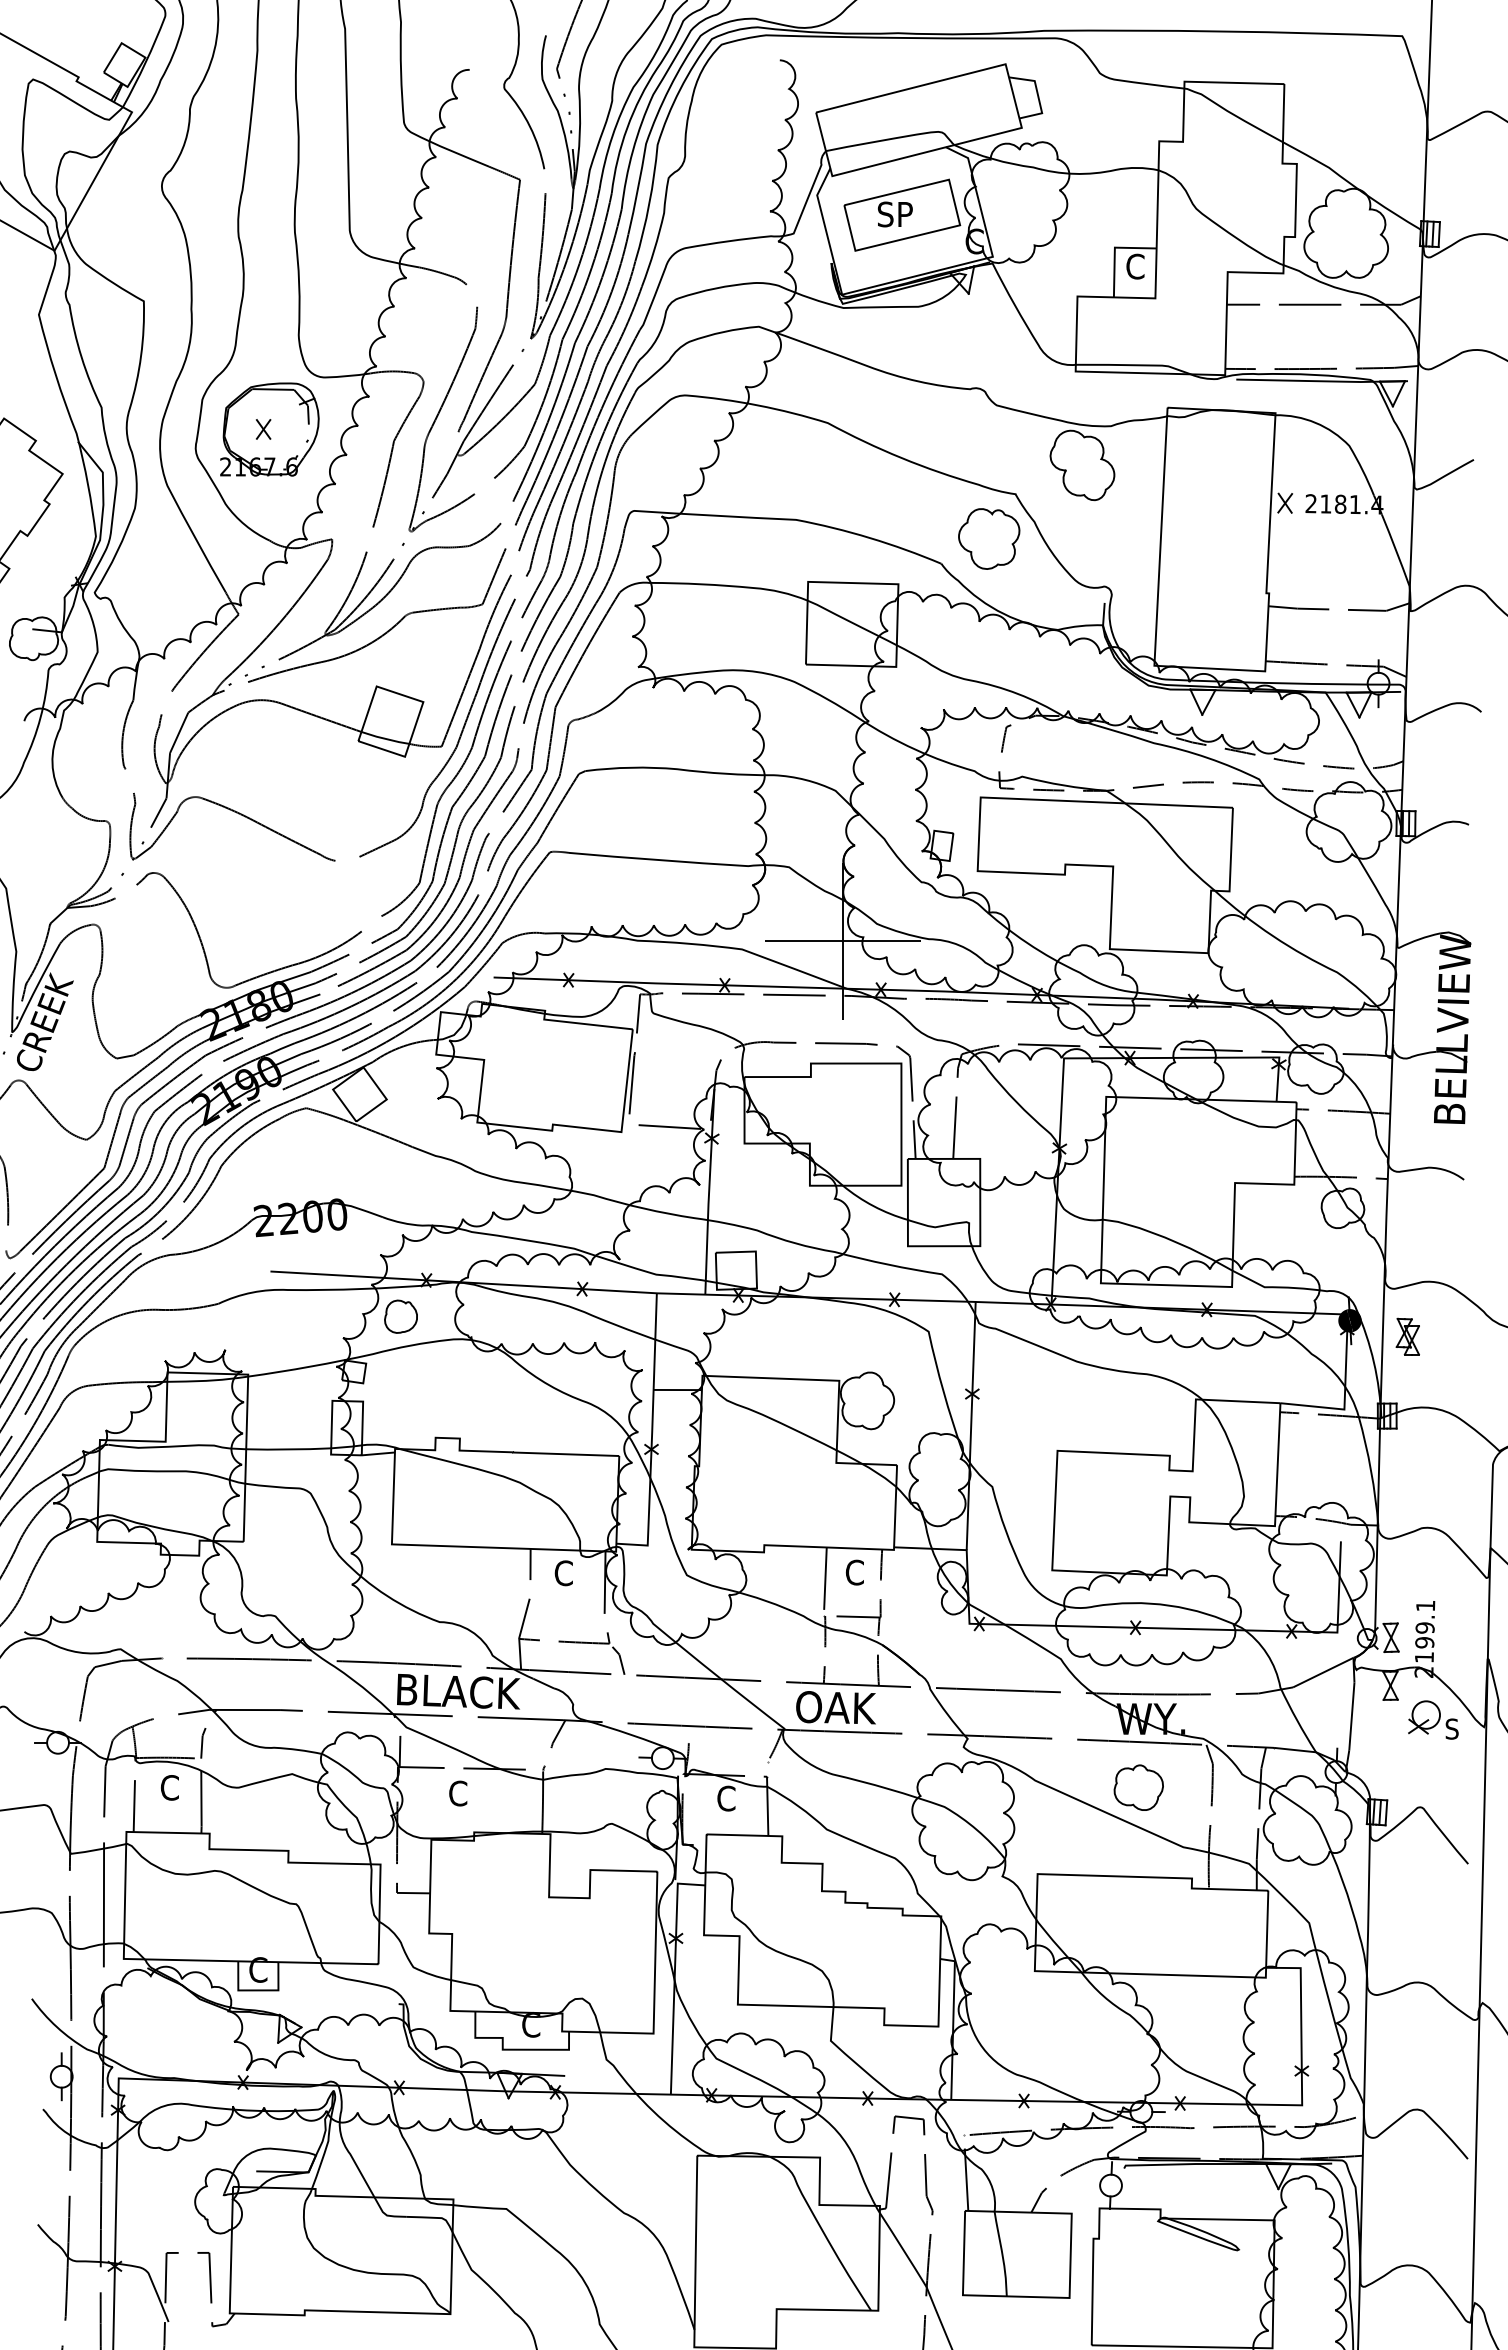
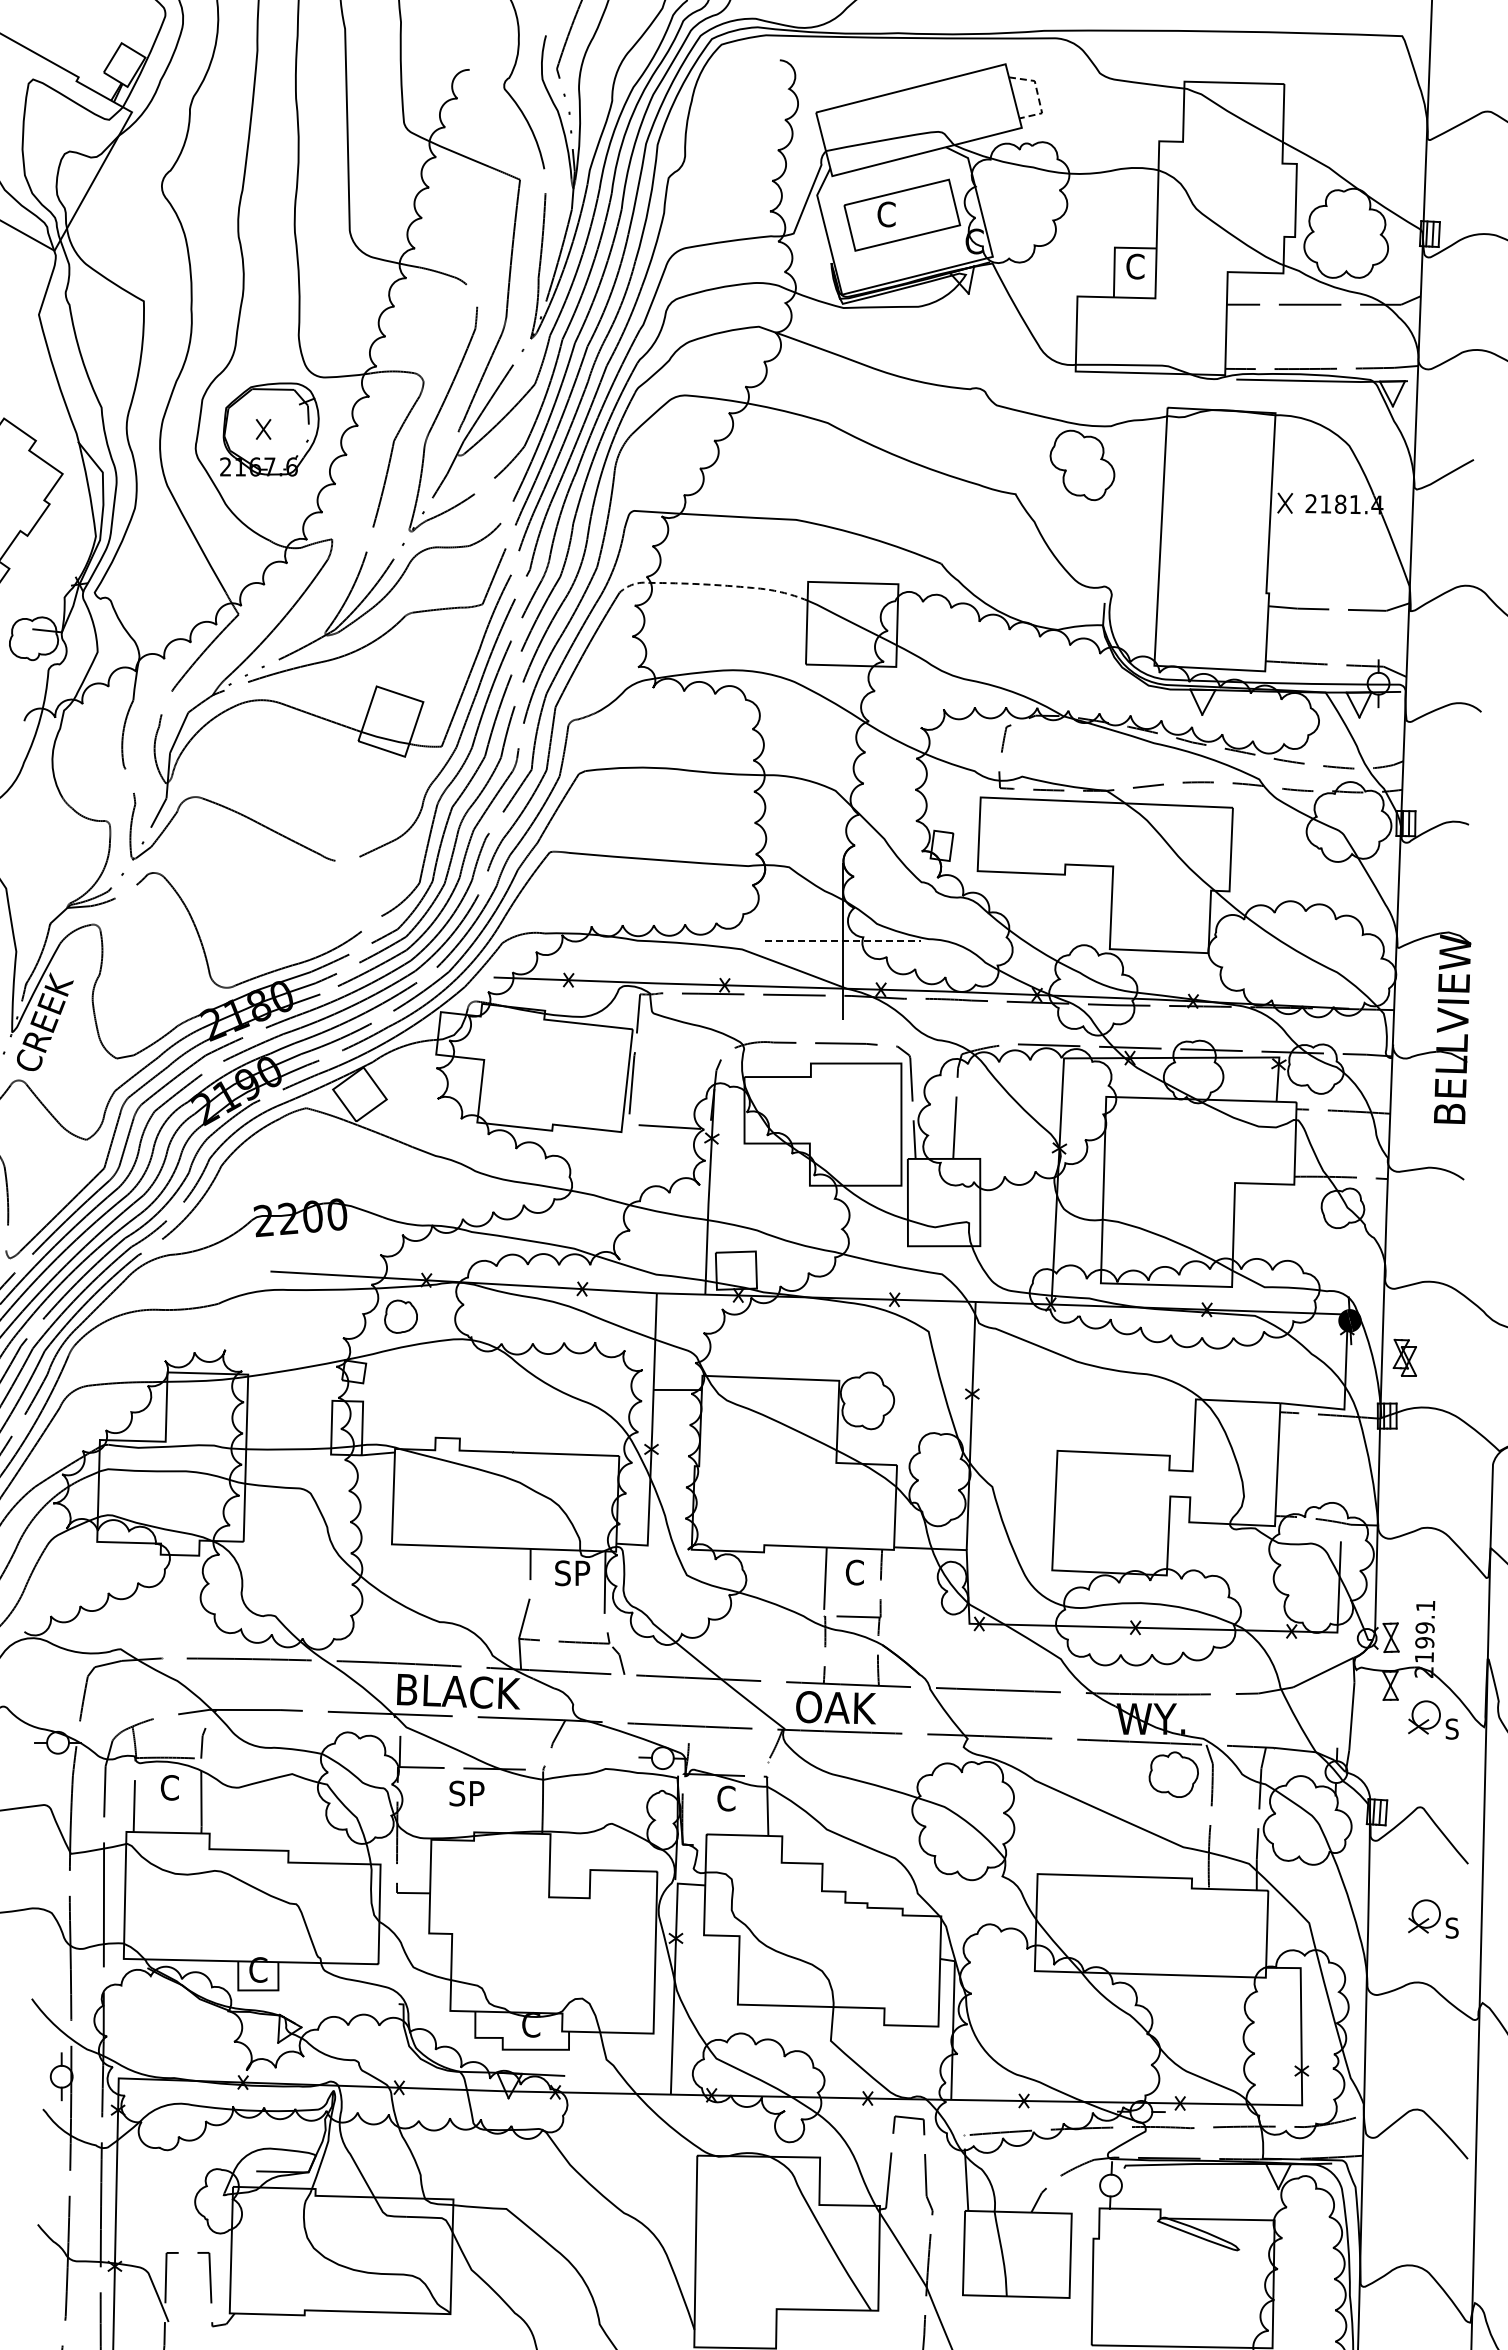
line at (1038, 96): solid -> dashed
text at (894, 214): SP -> C
part at (989, 538): present -> none
line at (710, 584): solid -> dashed
line at (843, 941): solid -> dashed
part at (1407, 1336) position: (1407, 1336) -> (1404, 1357)
text at (572, 1573): C -> SP
part at (1138, 1787) position: (1138, 1787) -> (1173, 1774)
text at (466, 1793): C -> SP
part at (1433, 1918): none -> present
